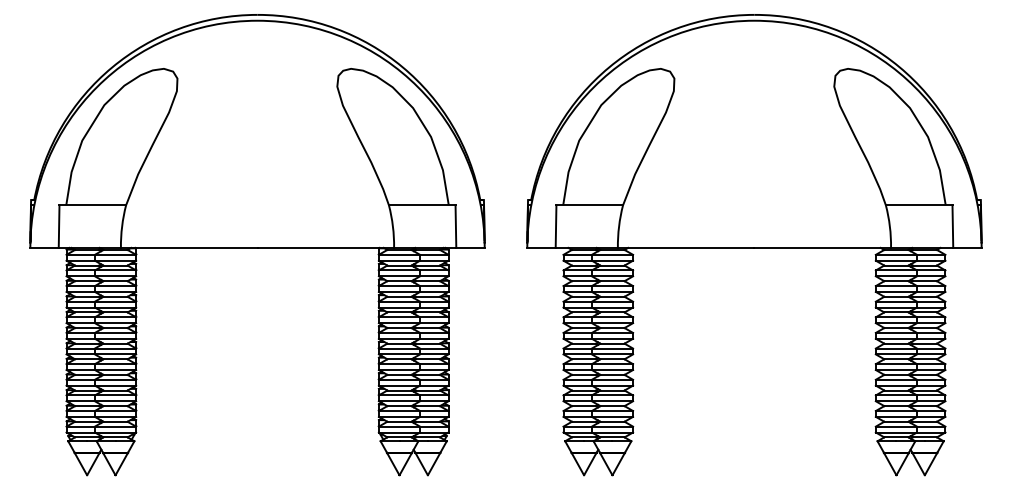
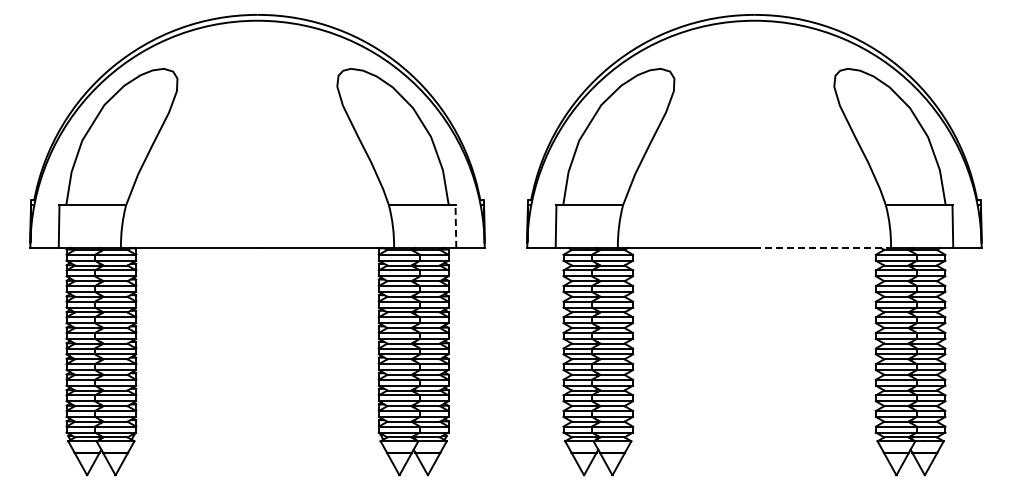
line at (455, 226): solid -> dashed
line at (823, 247): solid -> dashed
